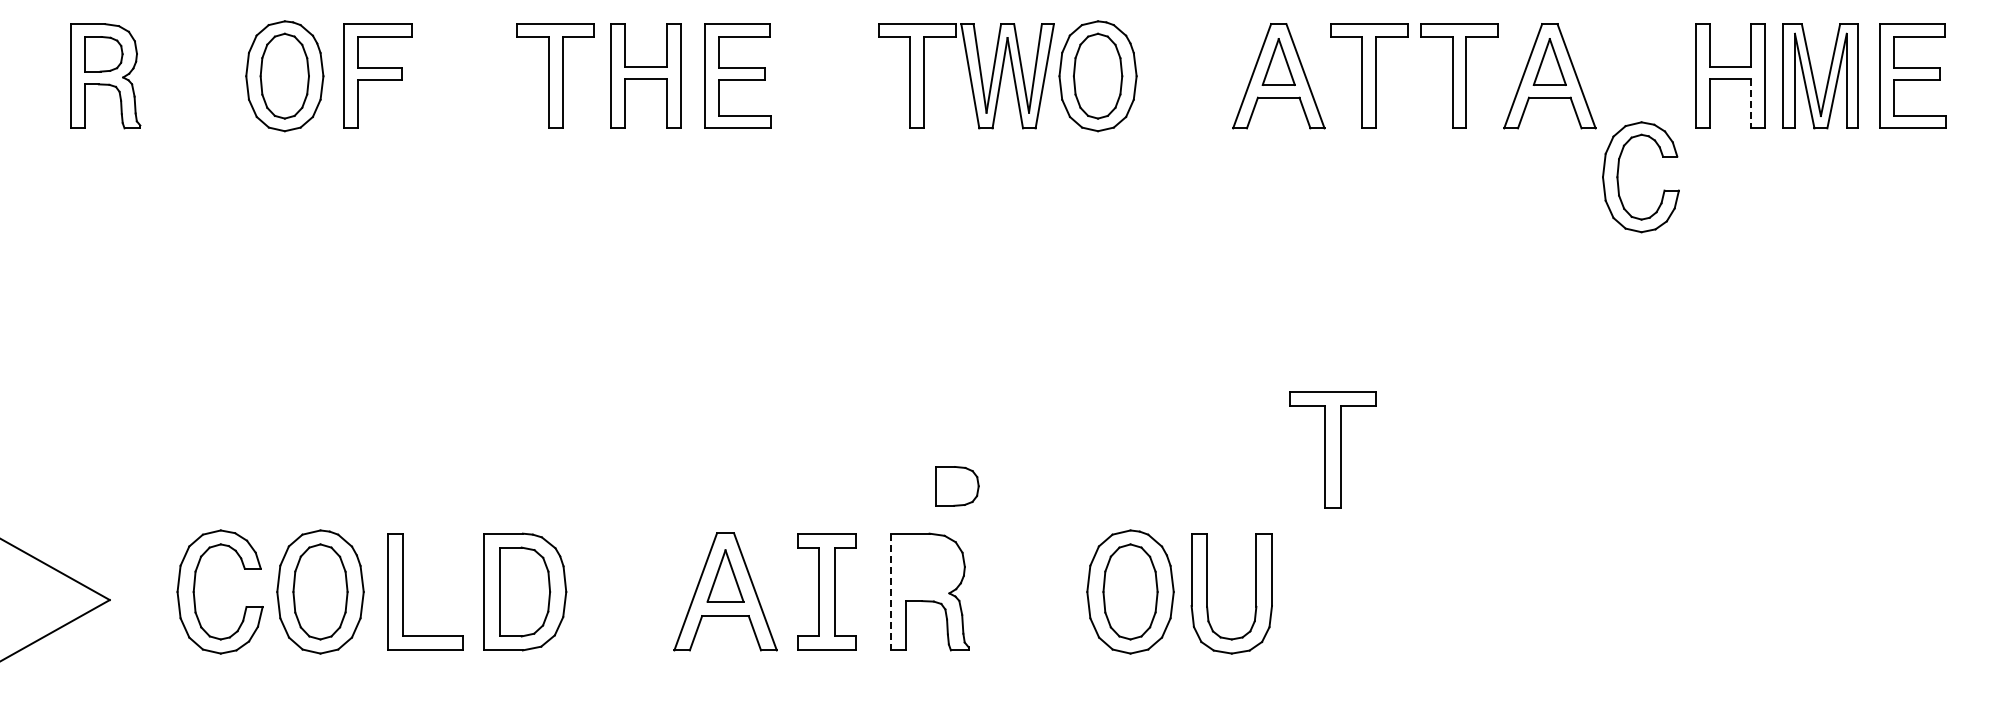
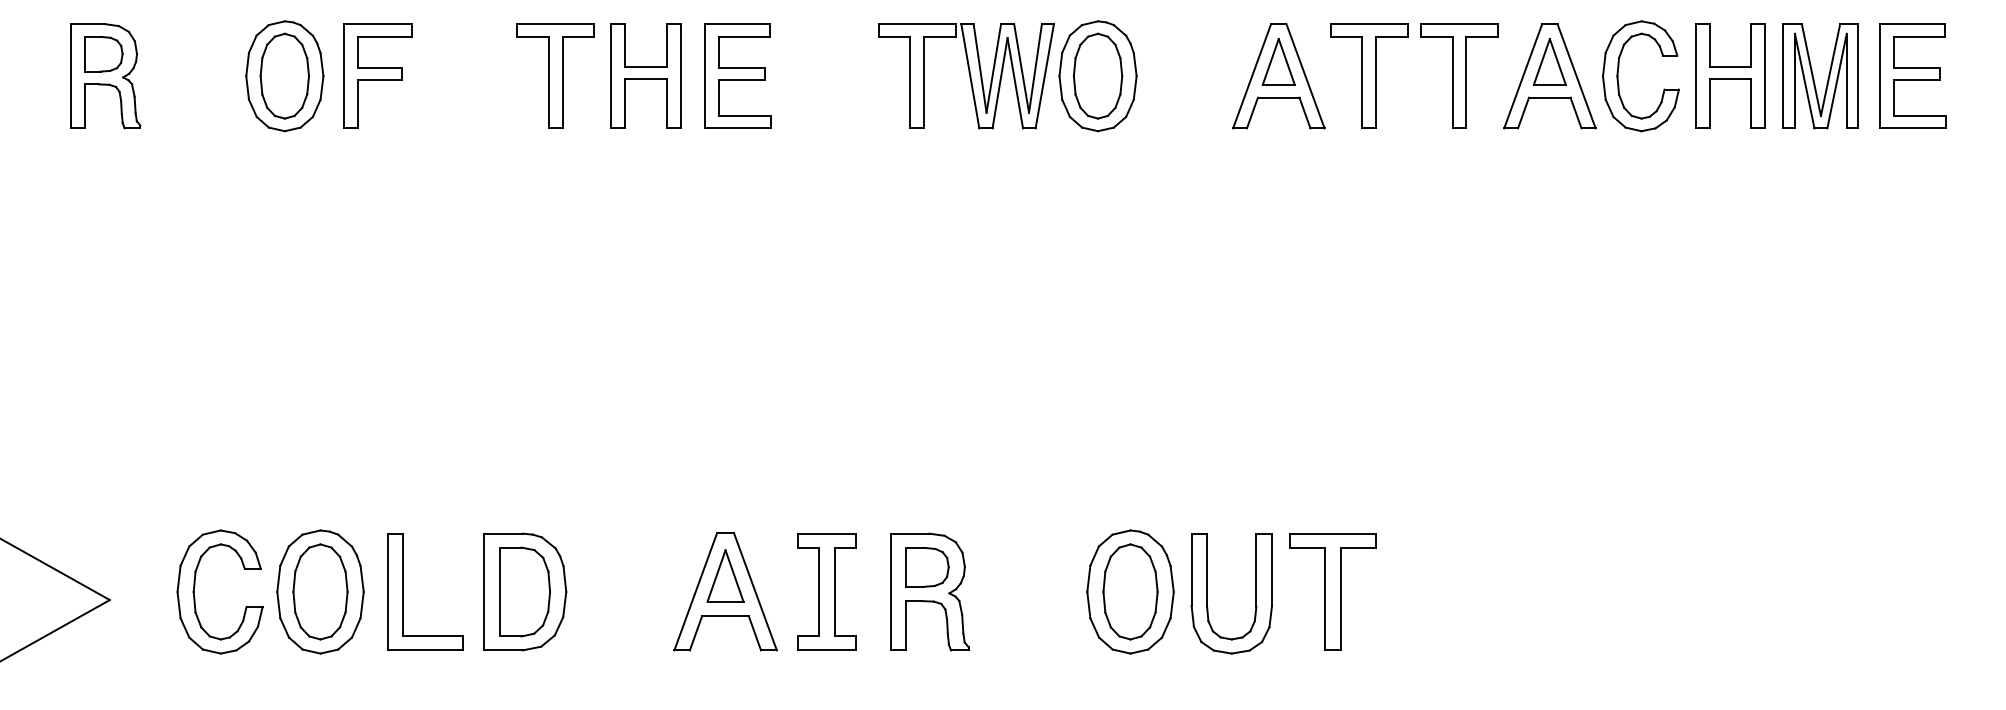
line at (1751, 104): dashed -> solid
part at (1618, 177) position: (1618, 177) -> (1618, 76)
part at (1332, 449) position: (1332, 449) -> (1332, 591)
part at (957, 486) position: (957, 486) -> (927, 567)
line at (890, 592): dashed -> solid
